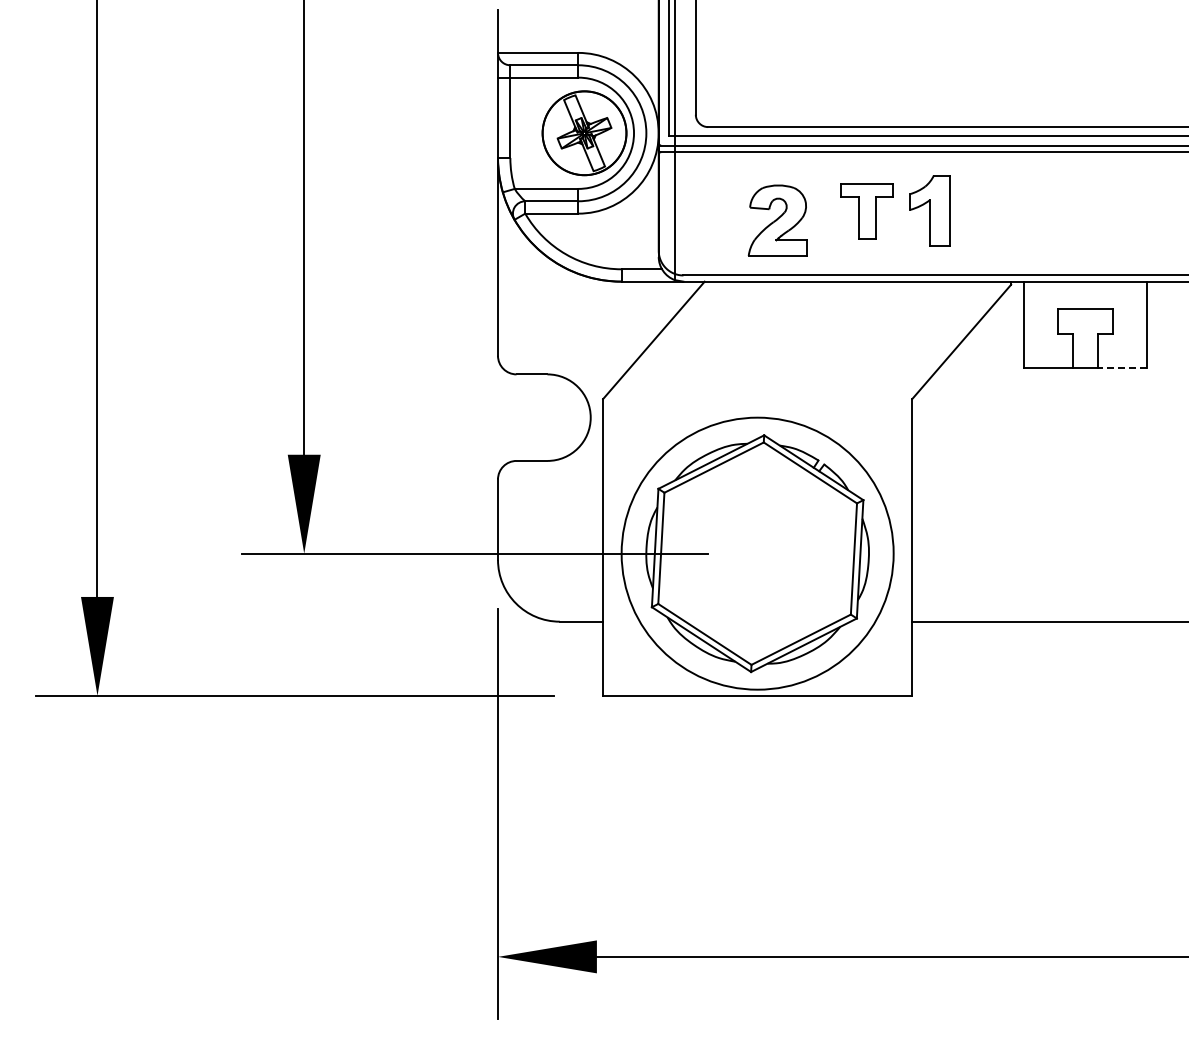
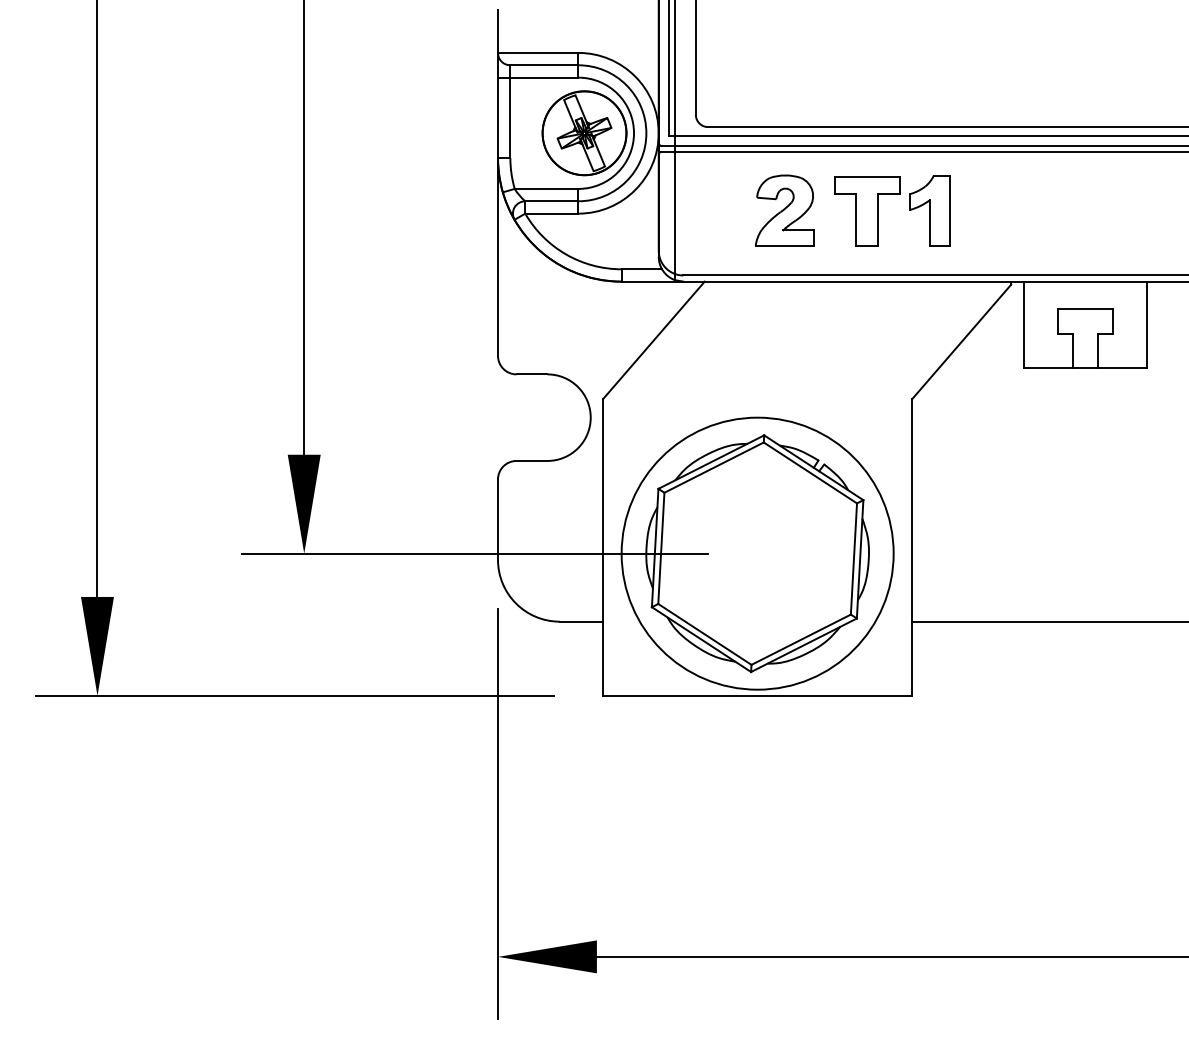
part at (866, 211) size: 54x57 px -> 67x71 px
part at (777, 220) position: (777, 220) -> (784, 210)
line at (1122, 368): dashed -> solid
